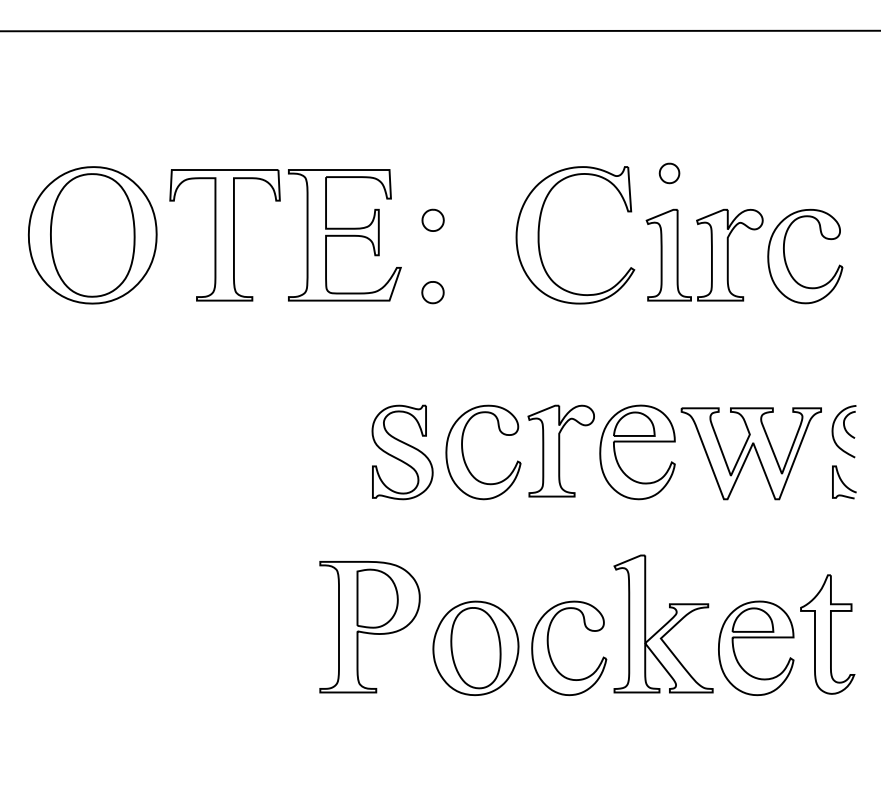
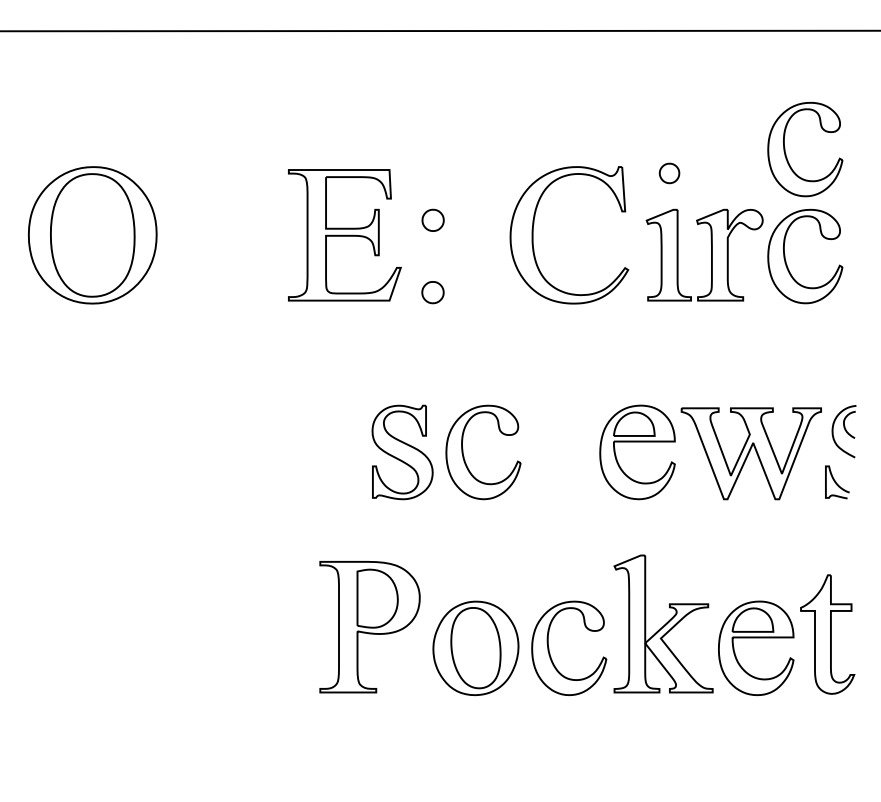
part at (786, 153): none -> present
part at (224, 235): present -> none
part at (539, 235) position: (539, 235) -> (533, 235)
part at (560, 450): present -> none
curve at (843, 482) position: (843, 482) -> (836, 482)
